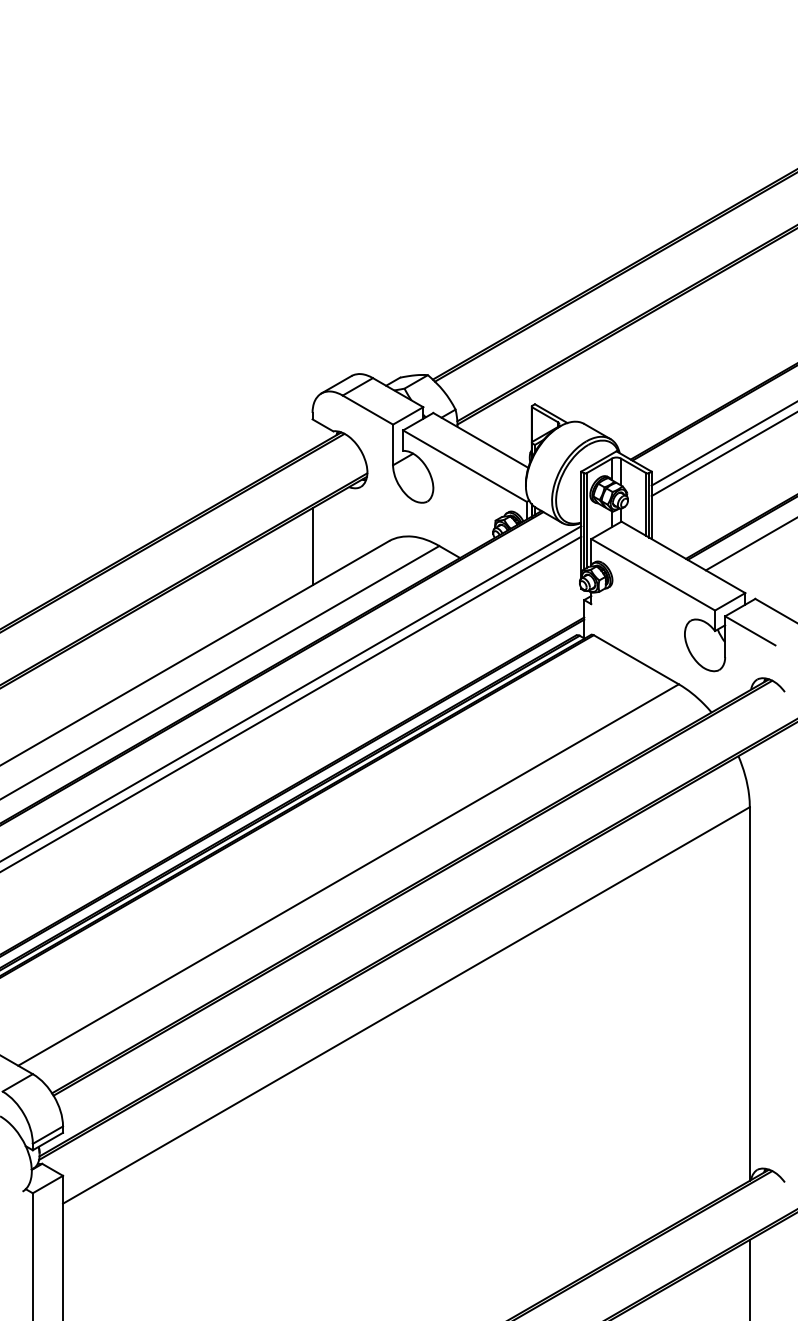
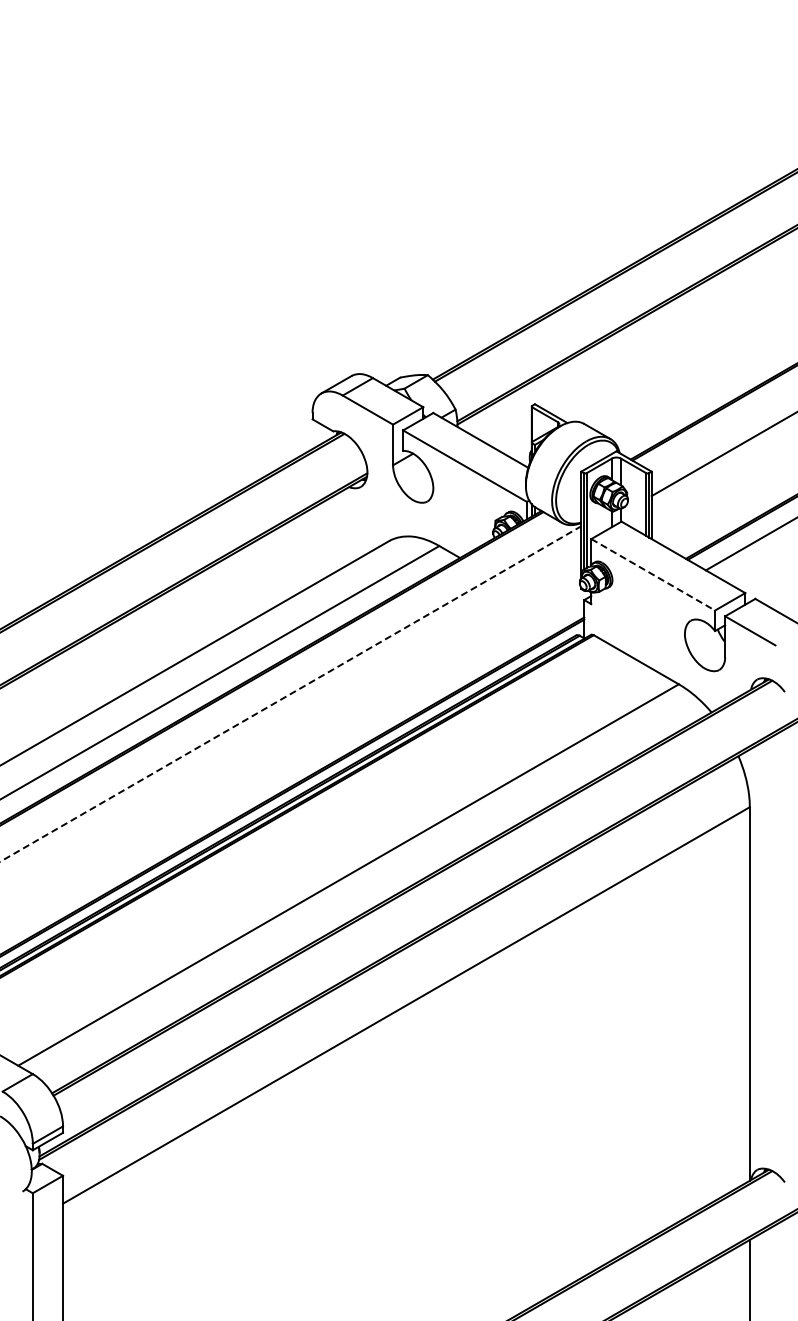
line at (722, 444): present -> none
line at (312, 546): present -> none
line at (653, 575): solid -> dashed
line at (291, 693): solid -> dashed
line at (291, 703): present -> none
